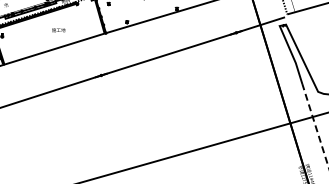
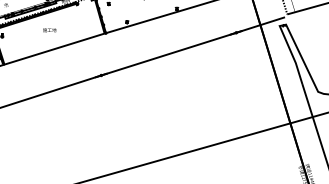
text at (58, 30) position: (58, 30) -> (49, 30)
line at (315, 125): dashed -> solid
